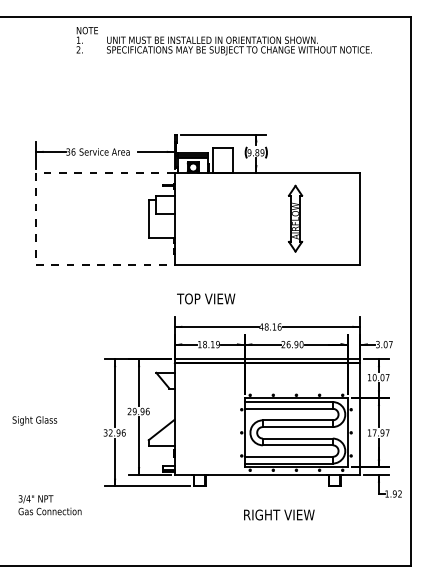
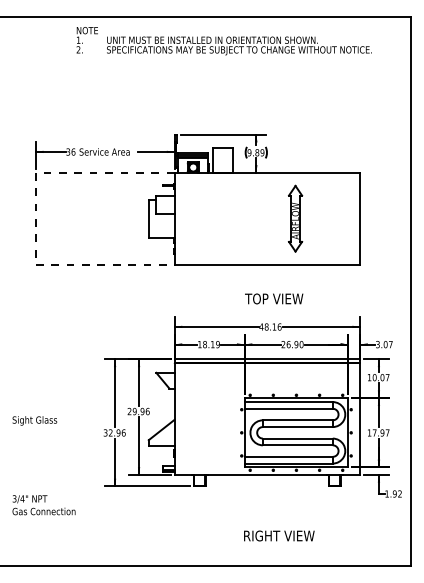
text at (206, 298) position: (206, 298) -> (274, 298)
text at (49, 505) position: (49, 505) -> (43, 505)
text at (279, 514) position: (279, 514) -> (279, 535)
